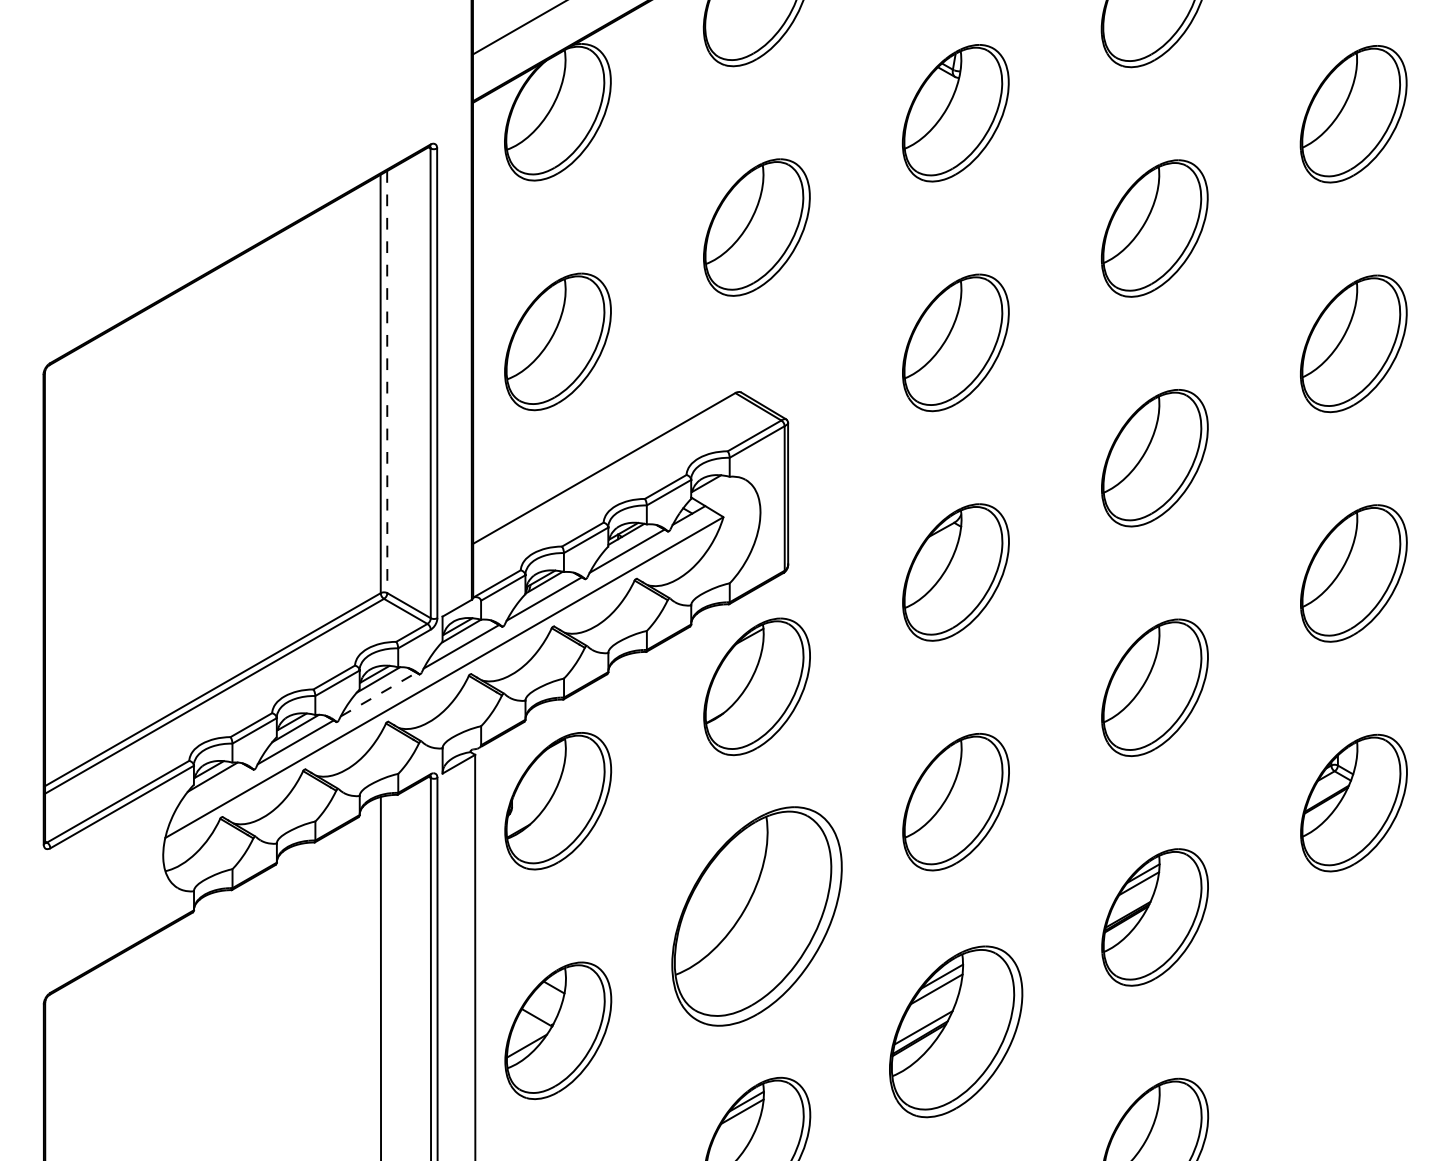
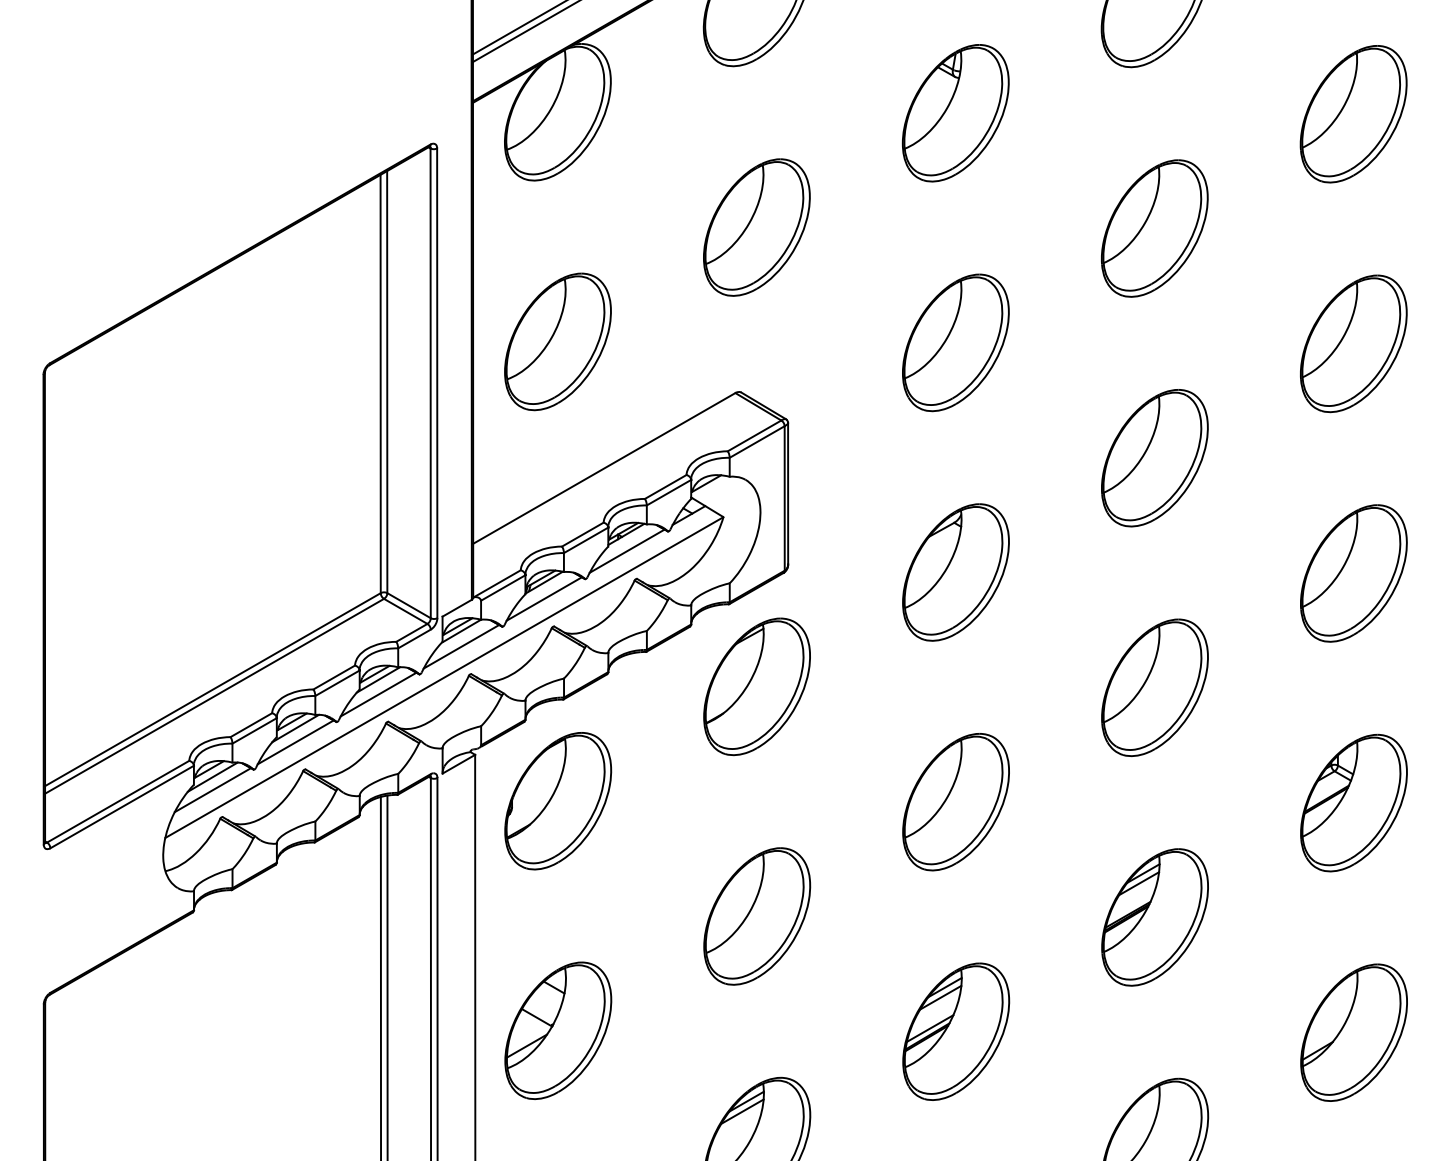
line at (524, 32): none -> present
line at (387, 382): dashed -> solid
line at (378, 694): dashed -> solid
line at (212, 790): none -> present
part at (756, 916) size: 172x221 px -> 109x139 px
line at (387, 976): none -> present
part at (956, 1031) size: 135x174 px -> 109x139 px
part at (1353, 1032): none -> present
